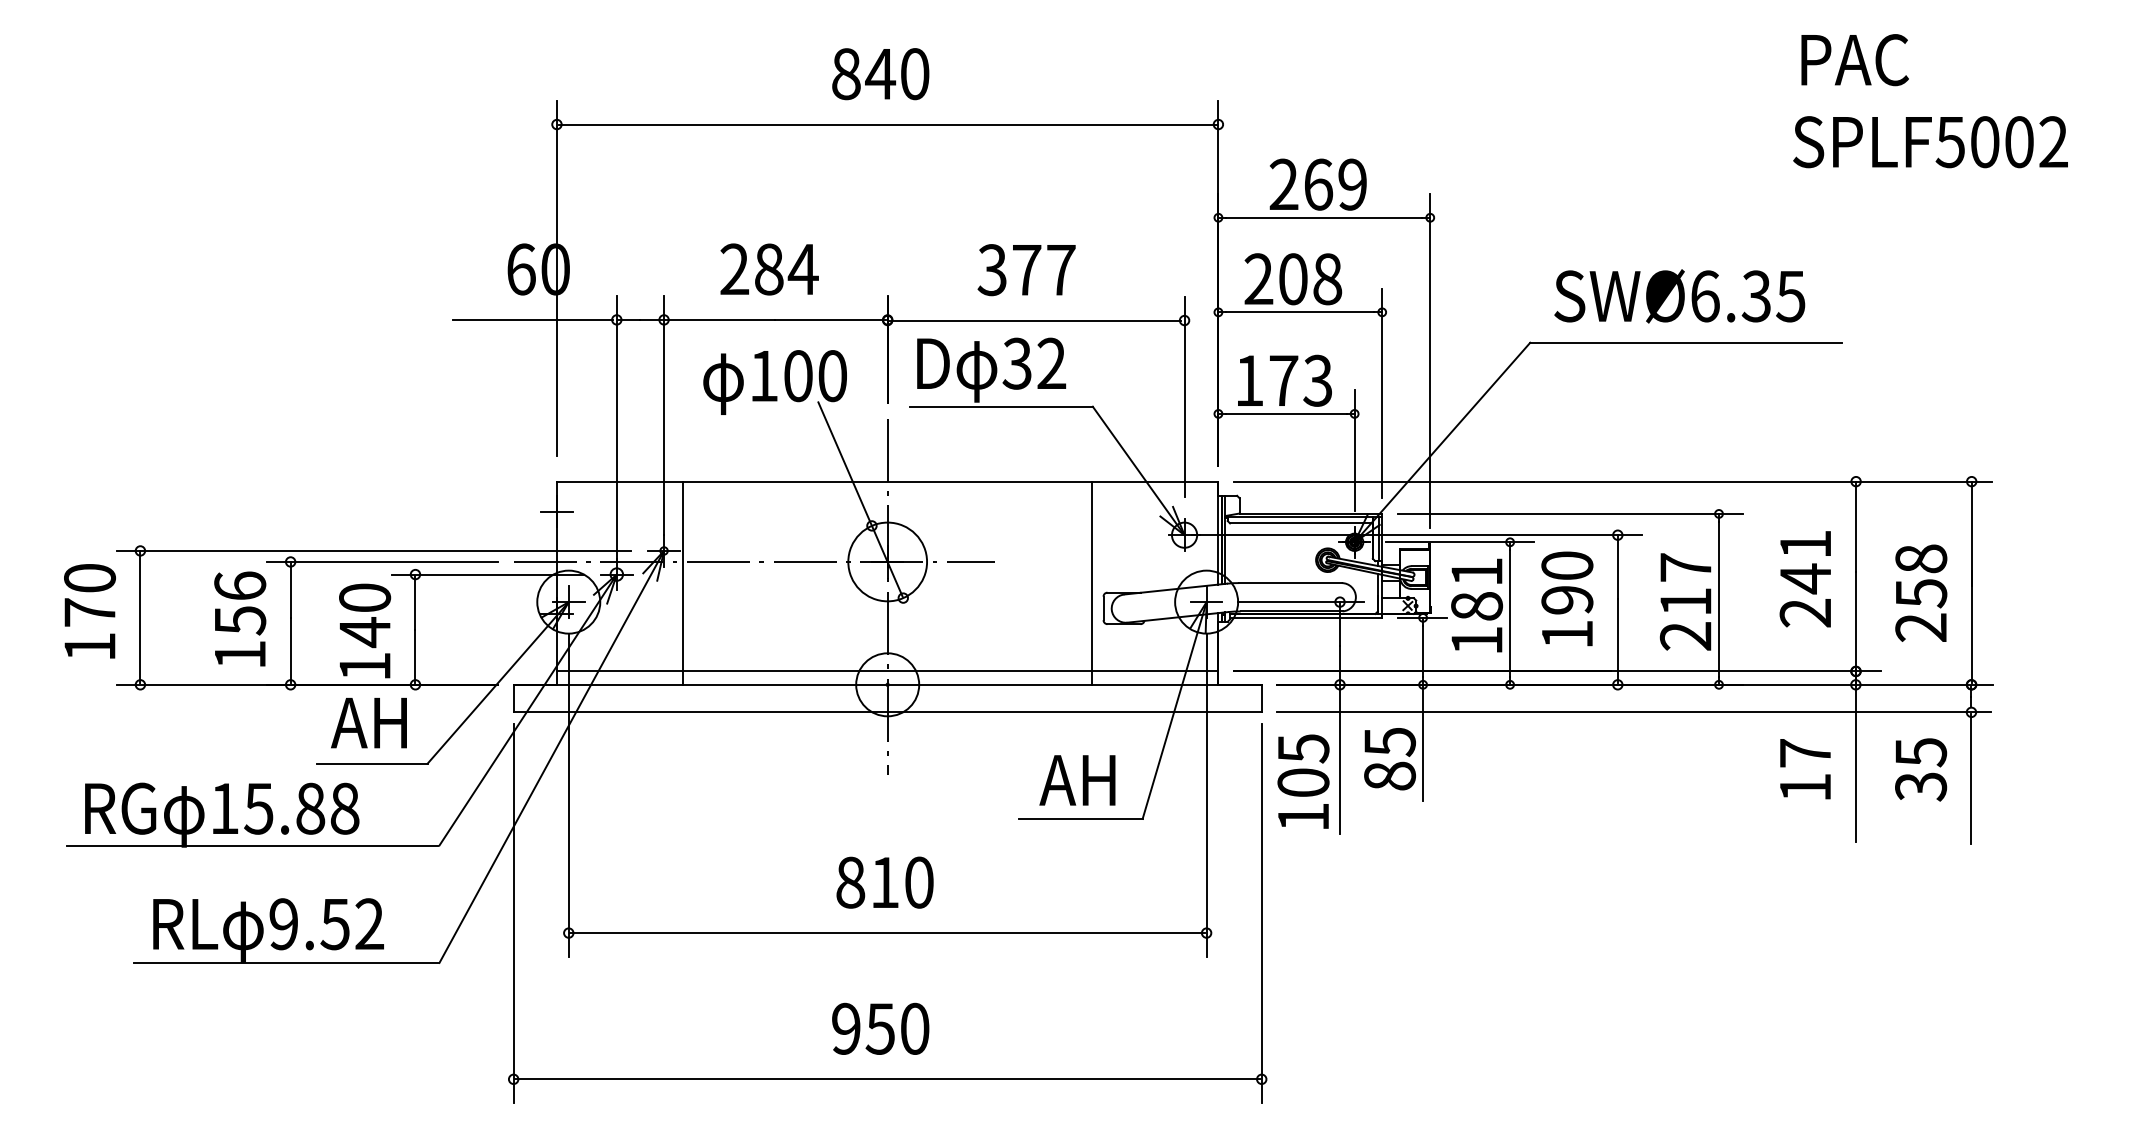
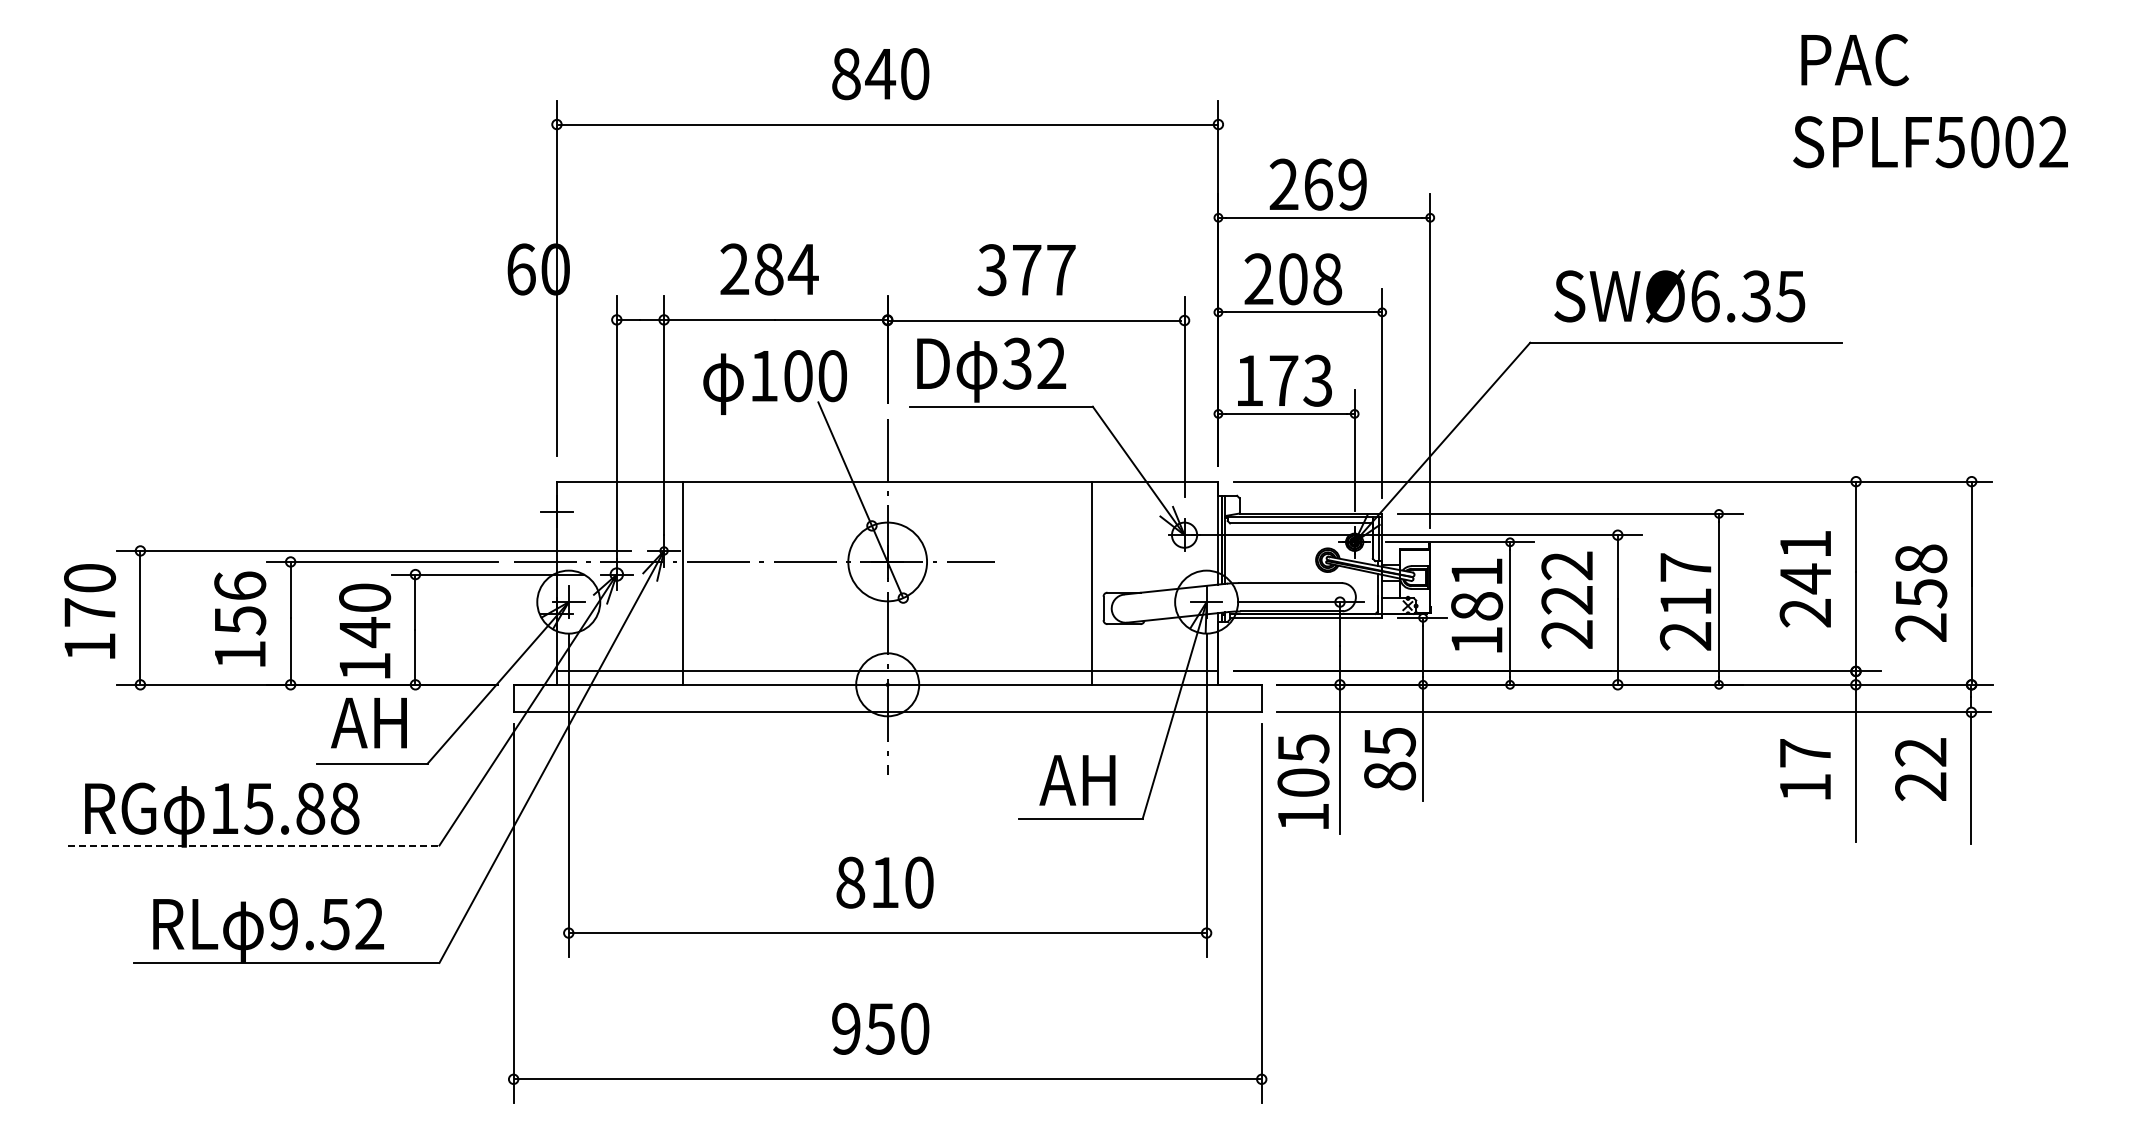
line at (532, 319): present -> none
text at (1567, 599): 190 -> 222
text at (1921, 769): 35 -> 22
line at (252, 845): solid -> dashed
